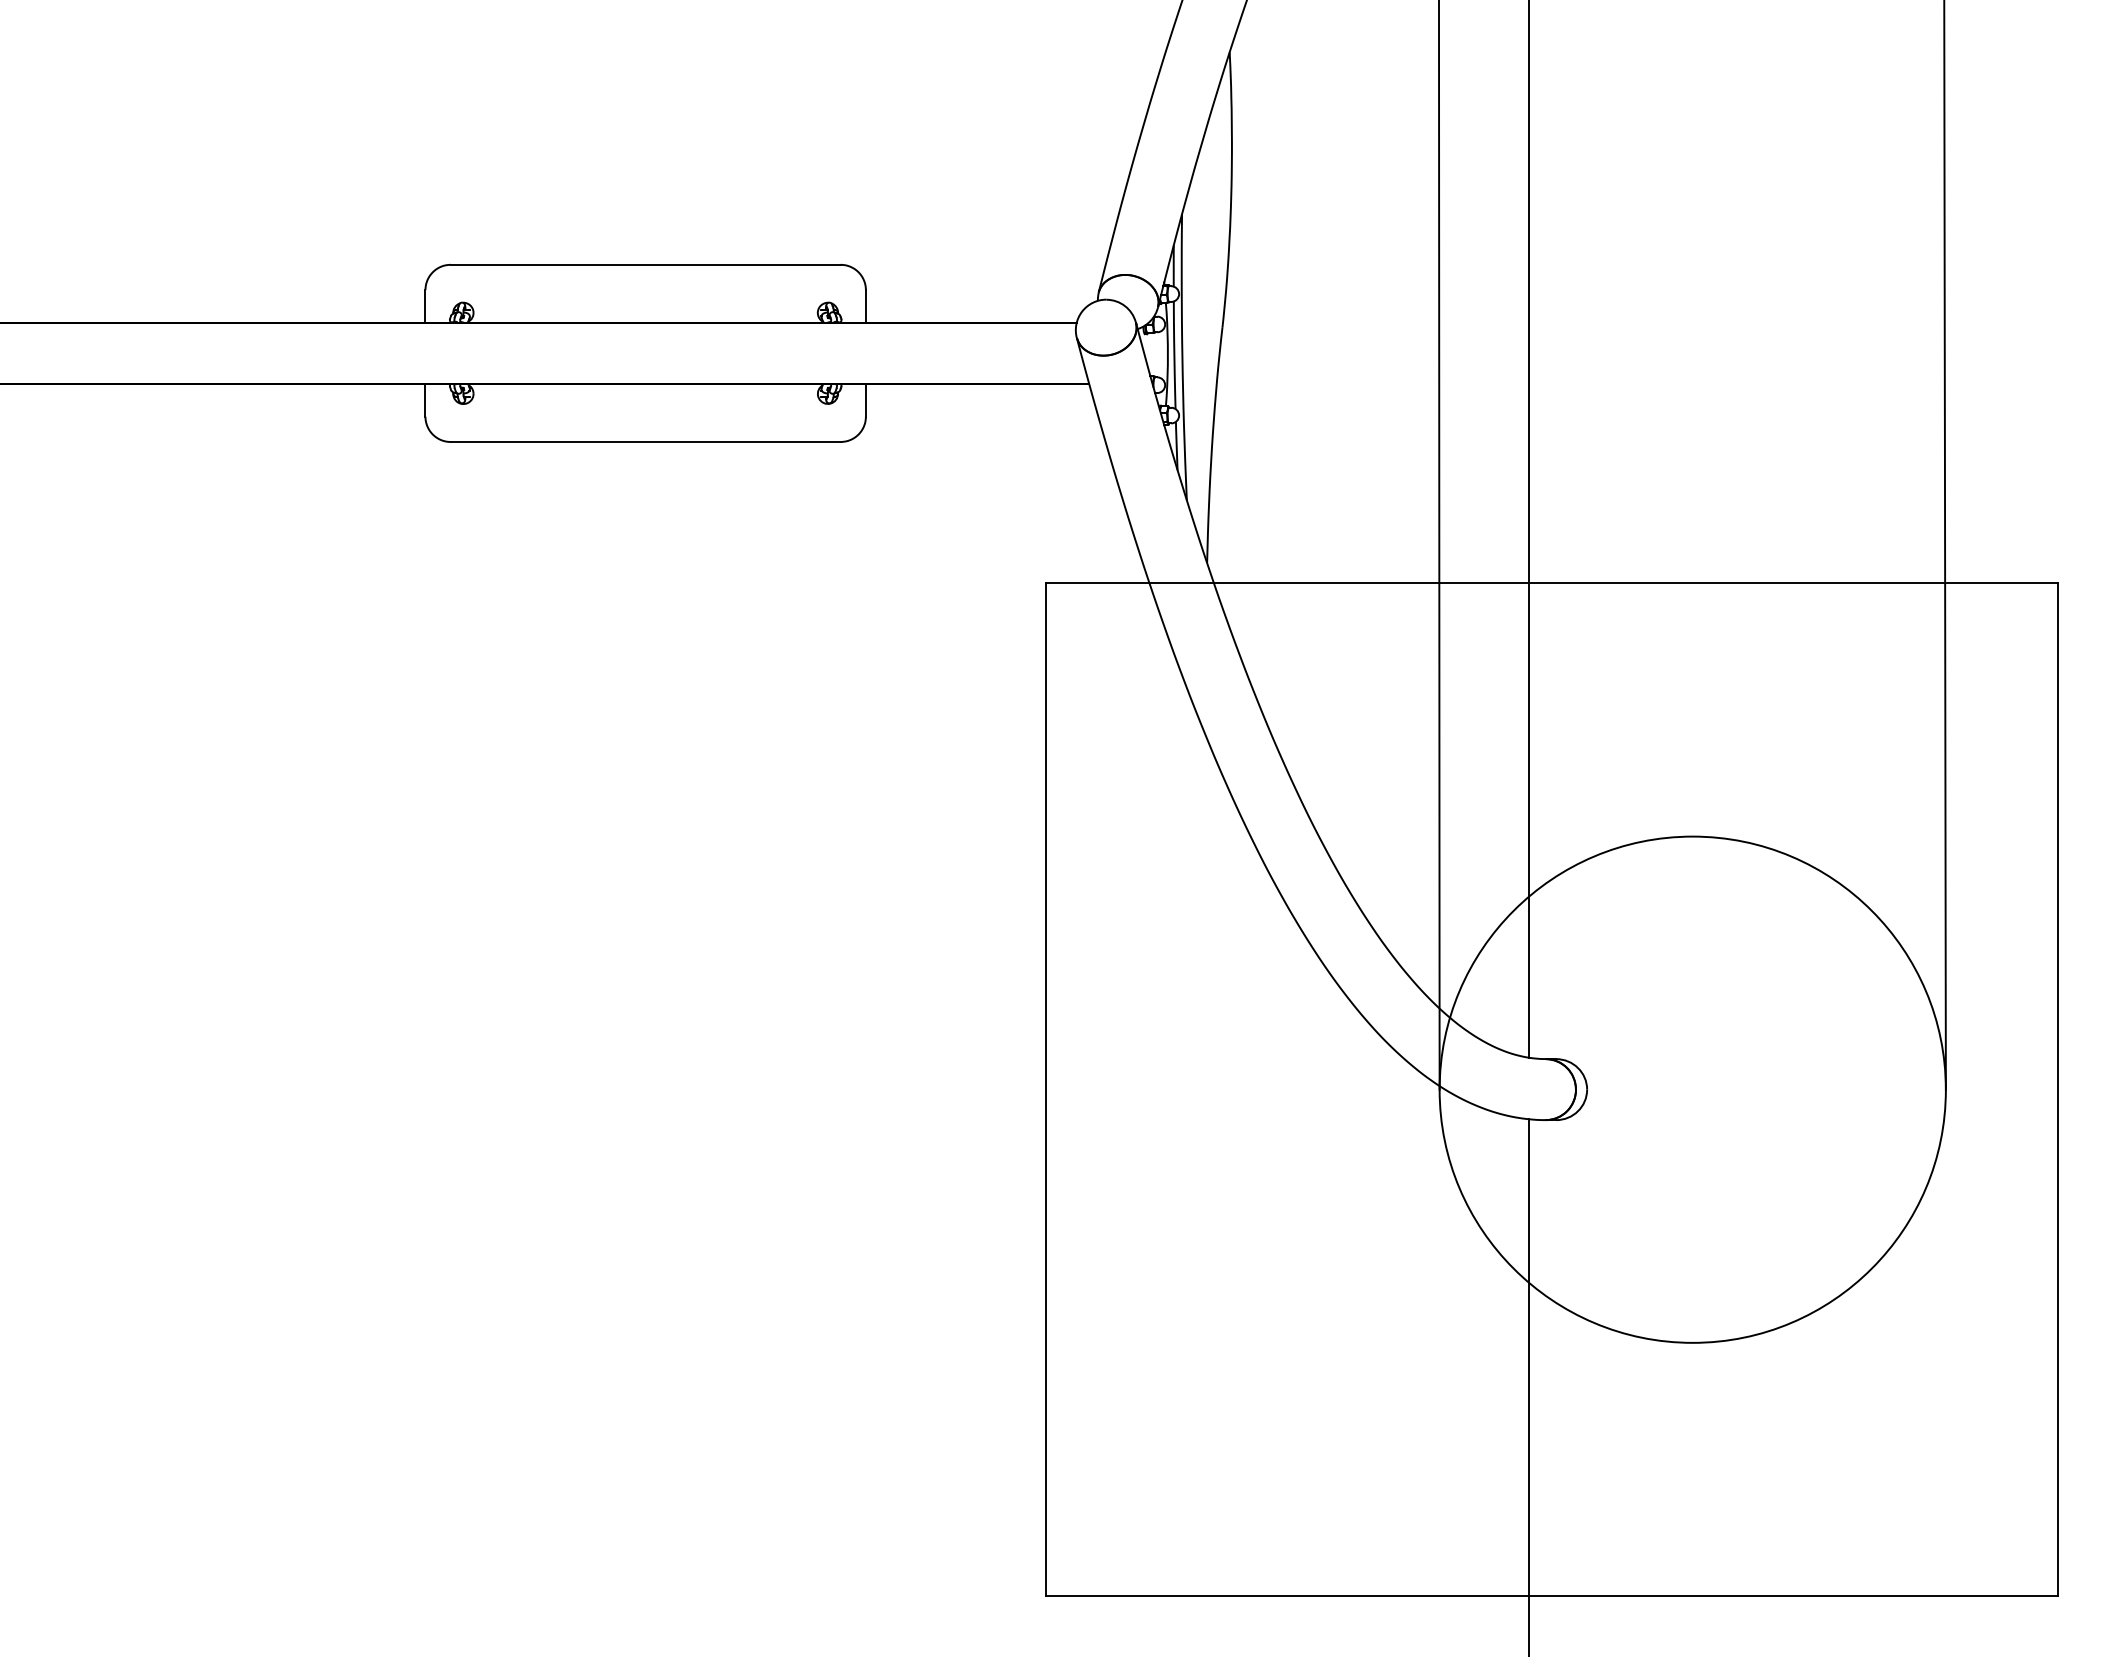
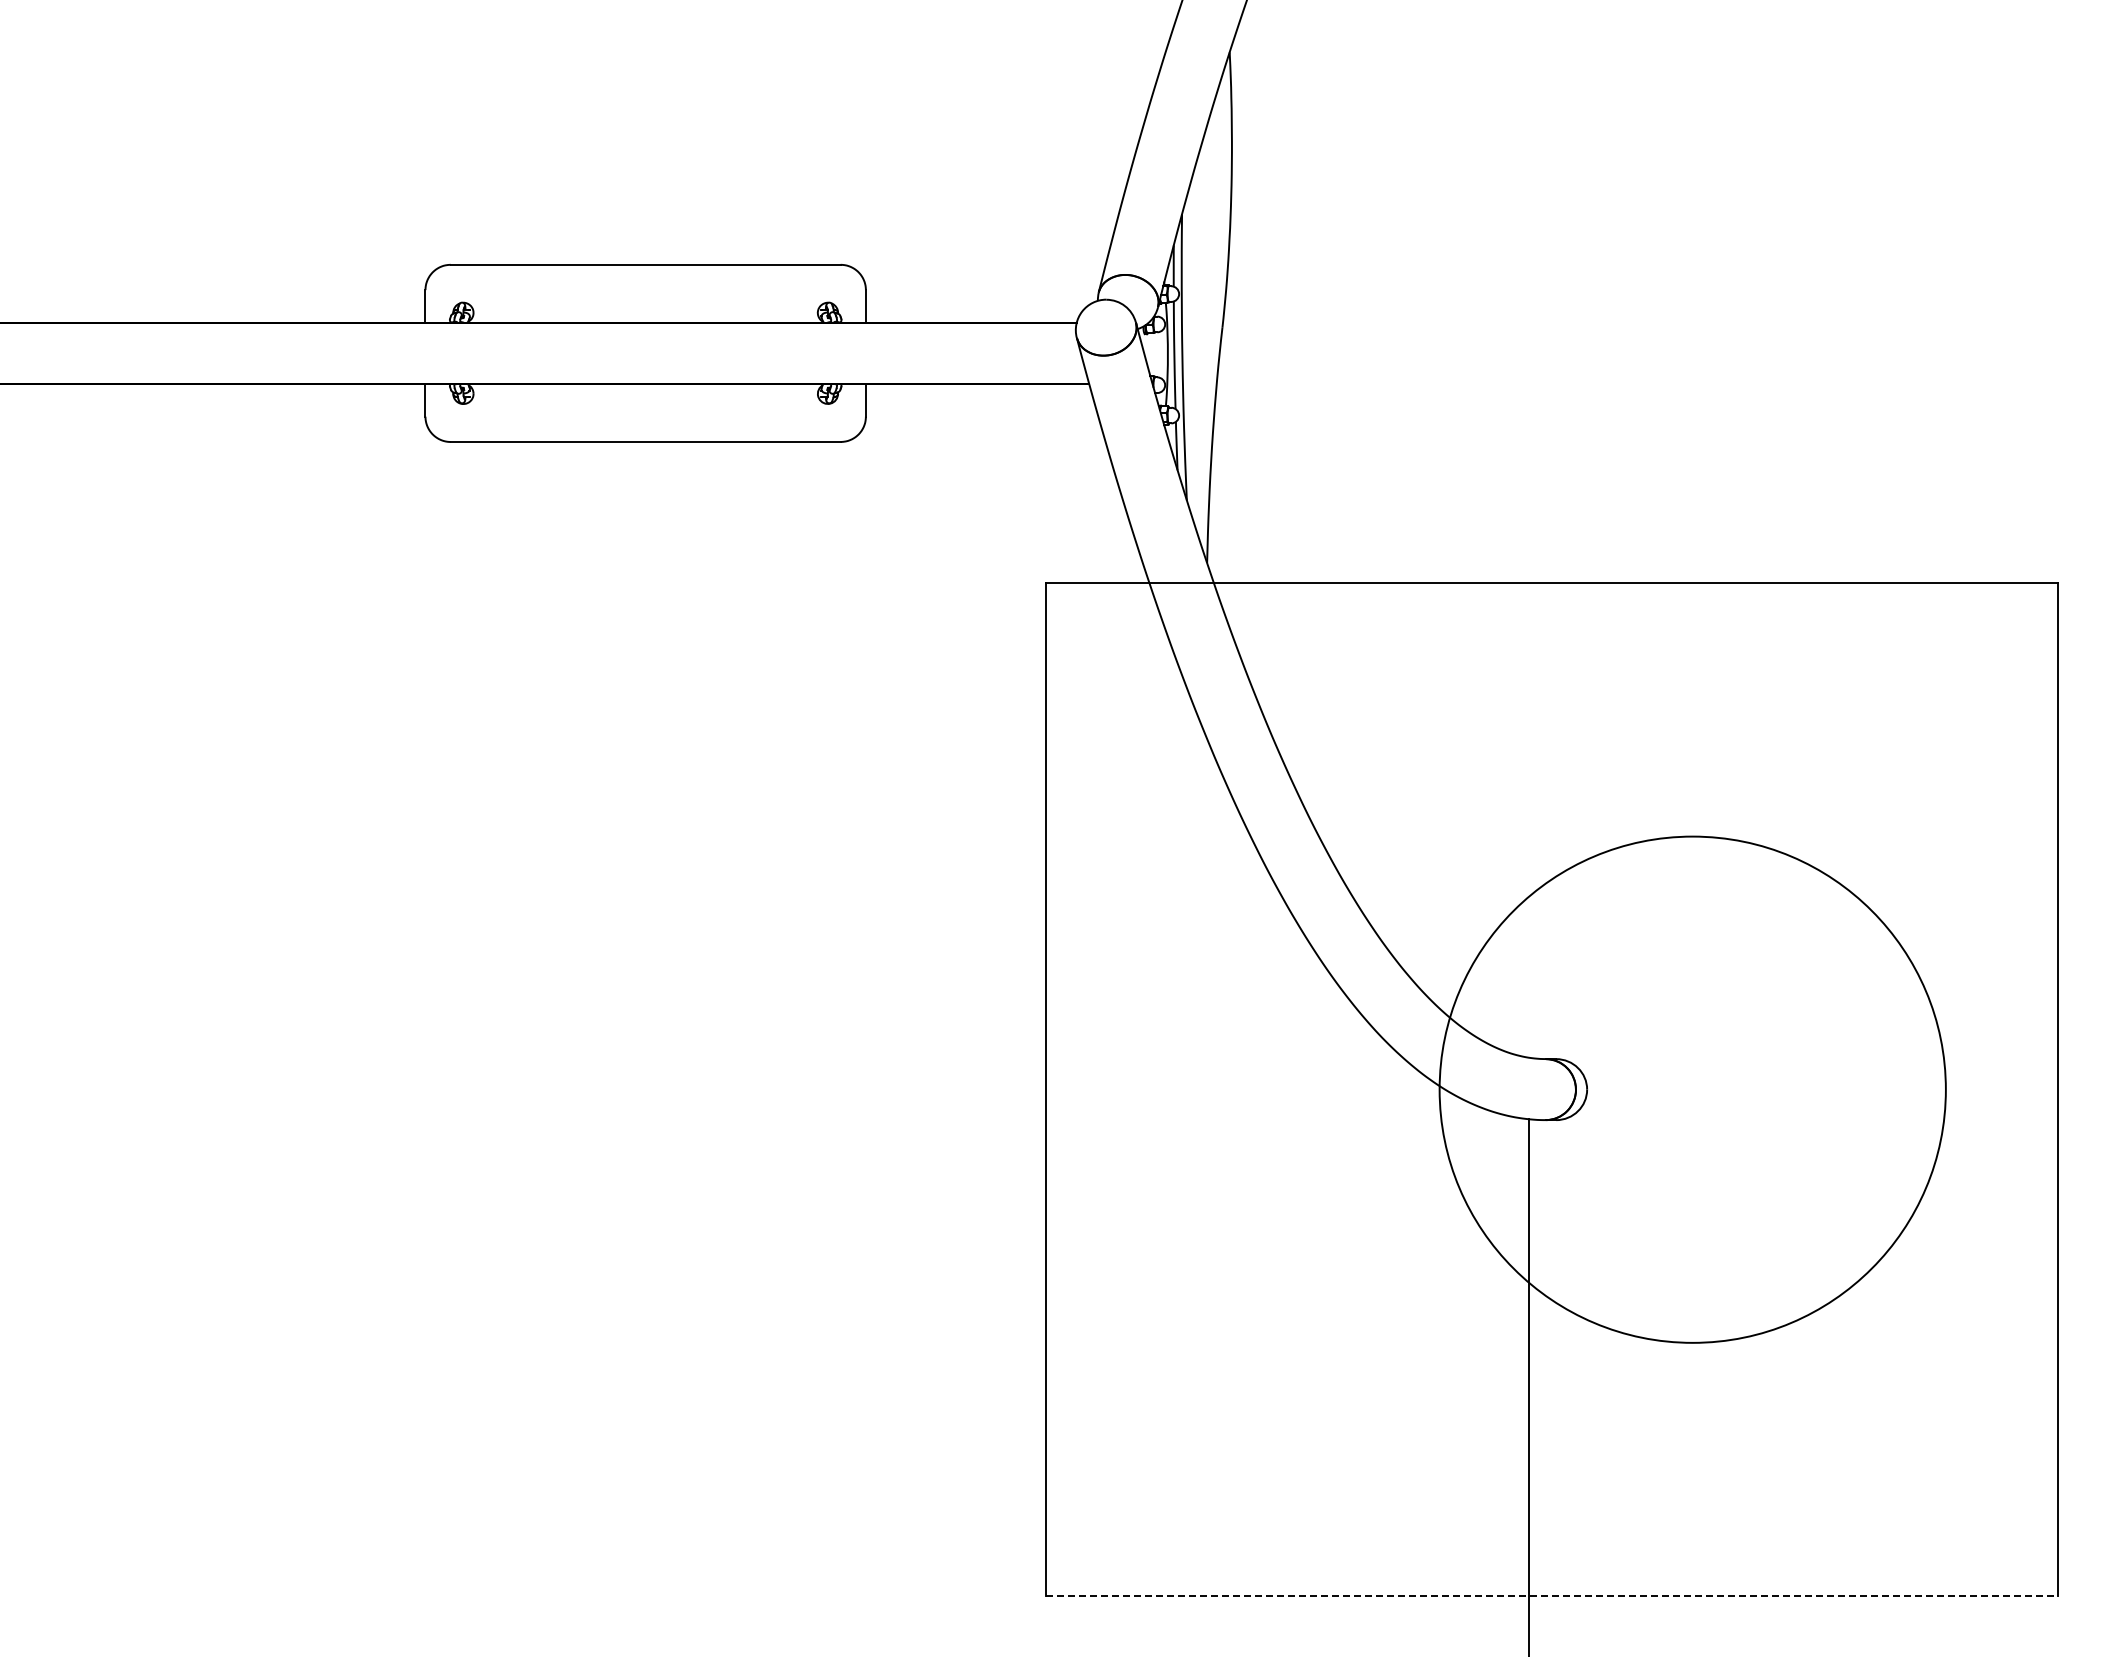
line at (1528, 529): present -> none
line at (1438, 545): present -> none
line at (1944, 545): present -> none
line at (1552, 1595): solid -> dashed
